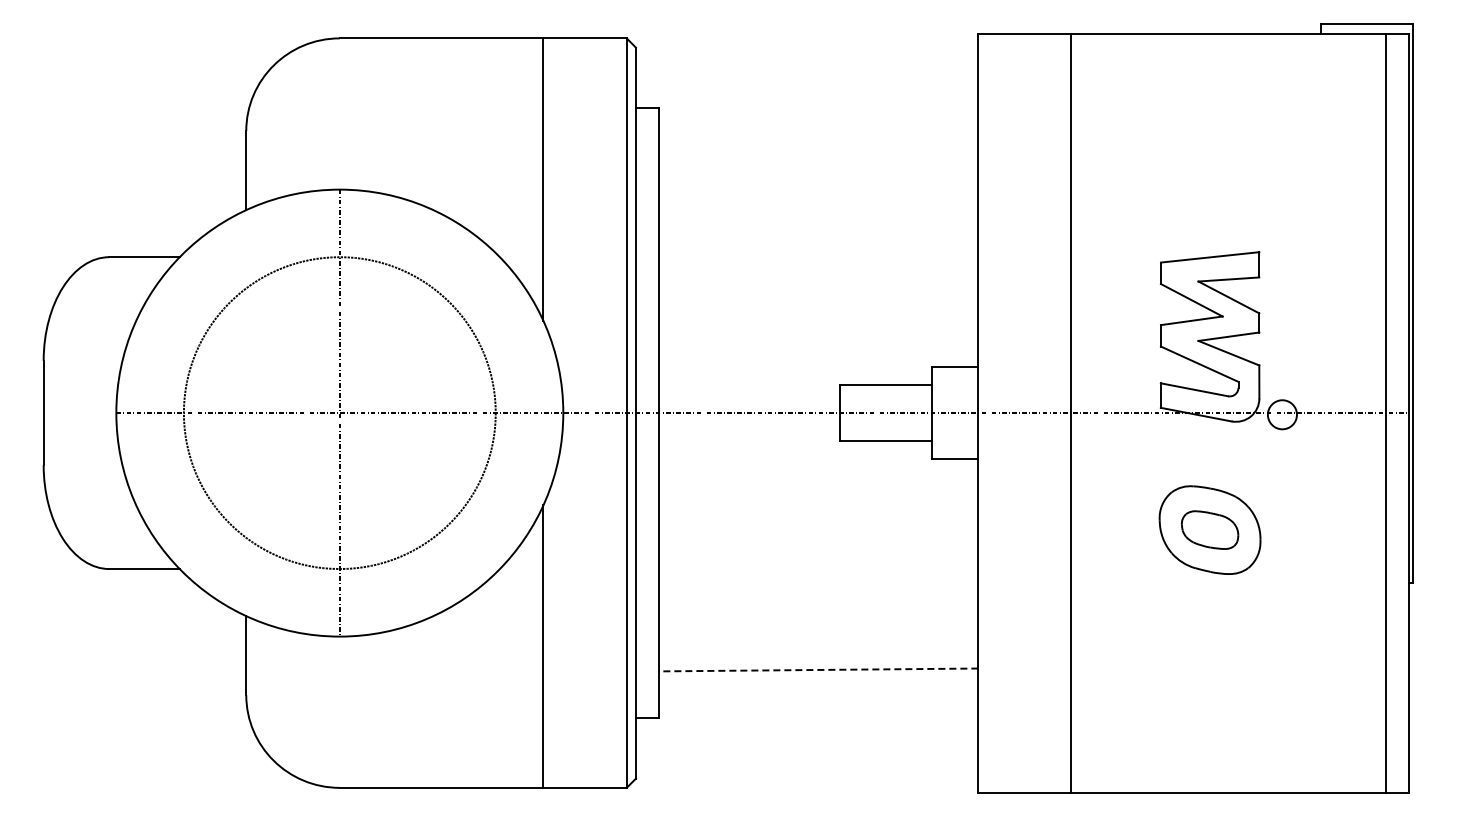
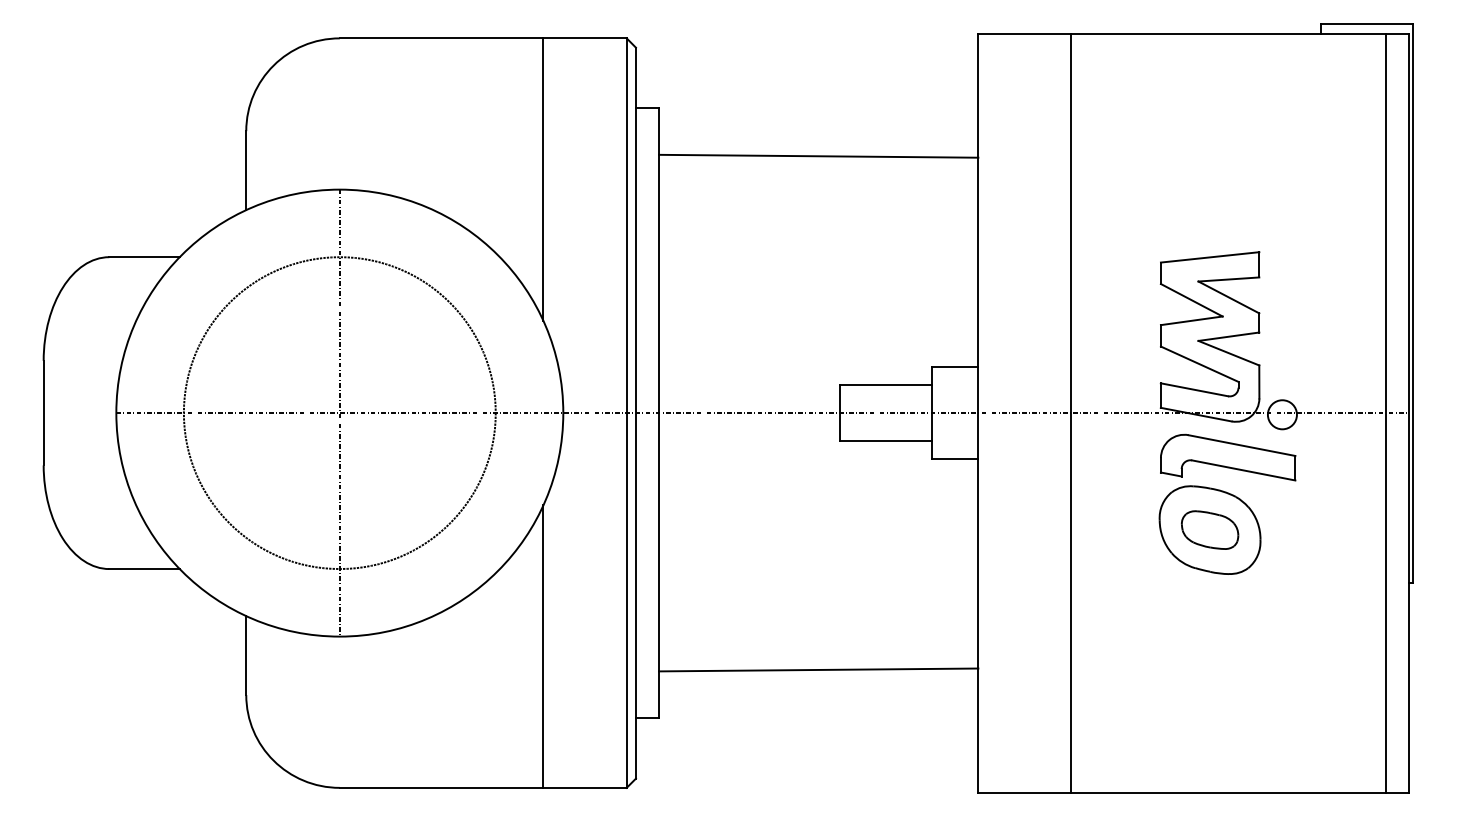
line at (818, 155): none -> present
part at (1228, 457): none -> present
line at (818, 669): dashed -> solid
